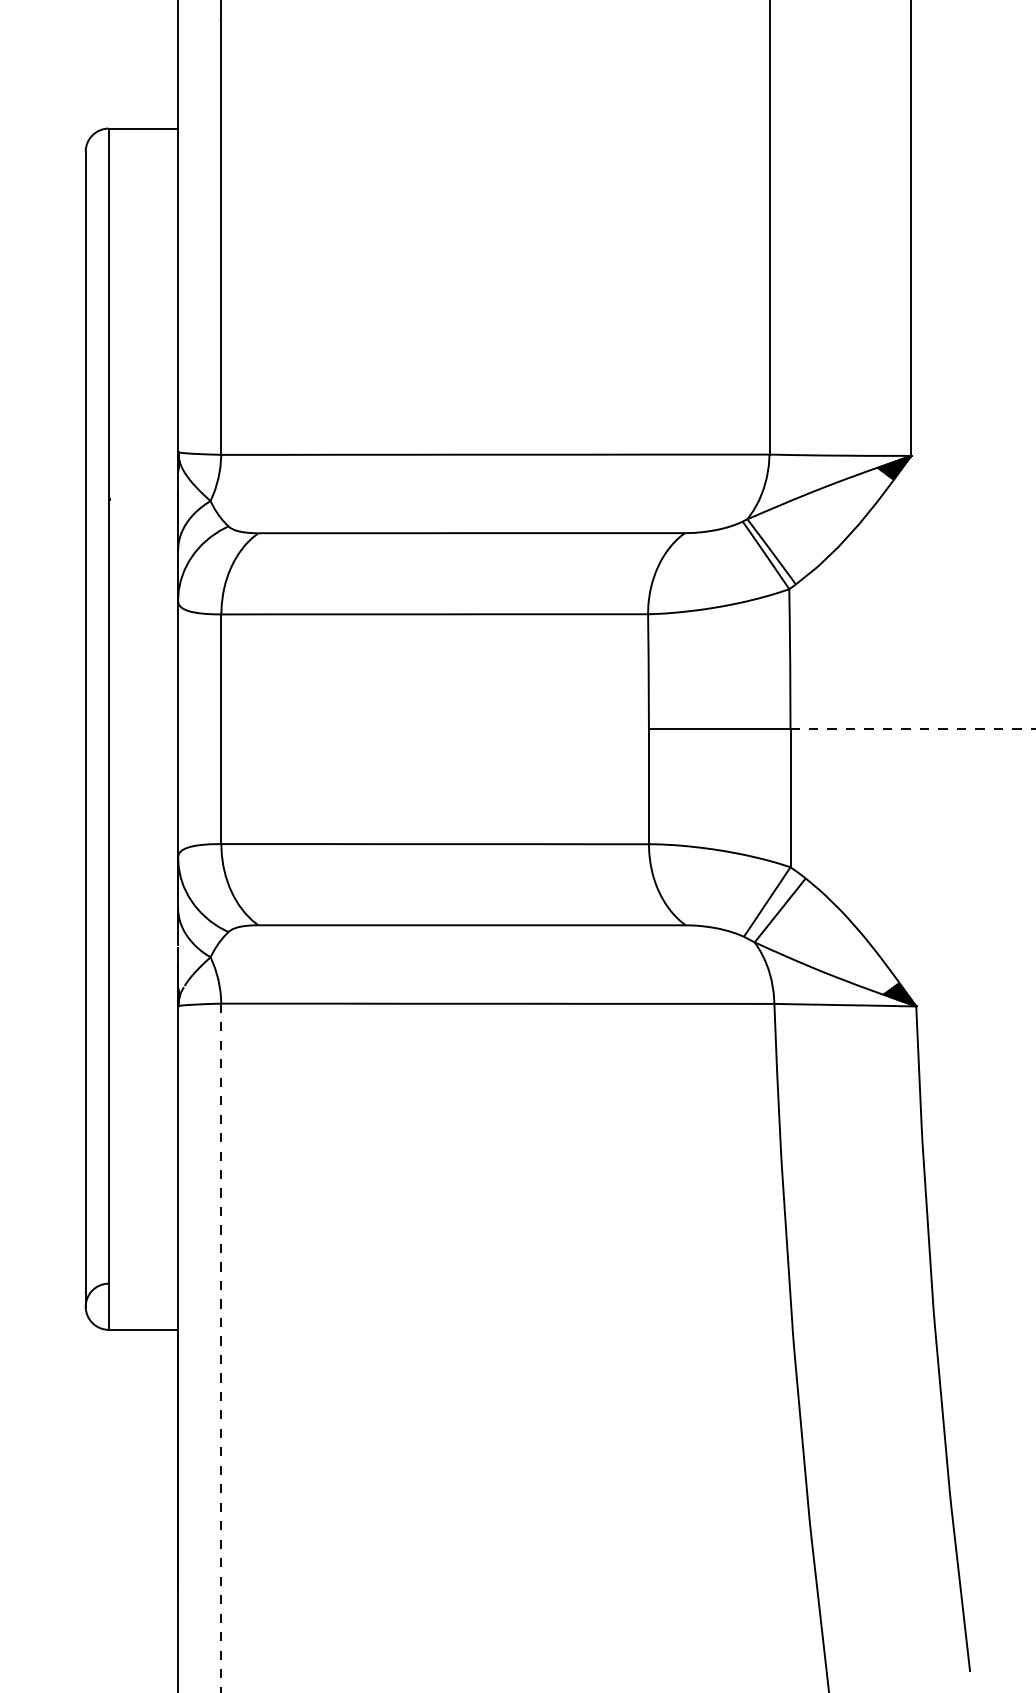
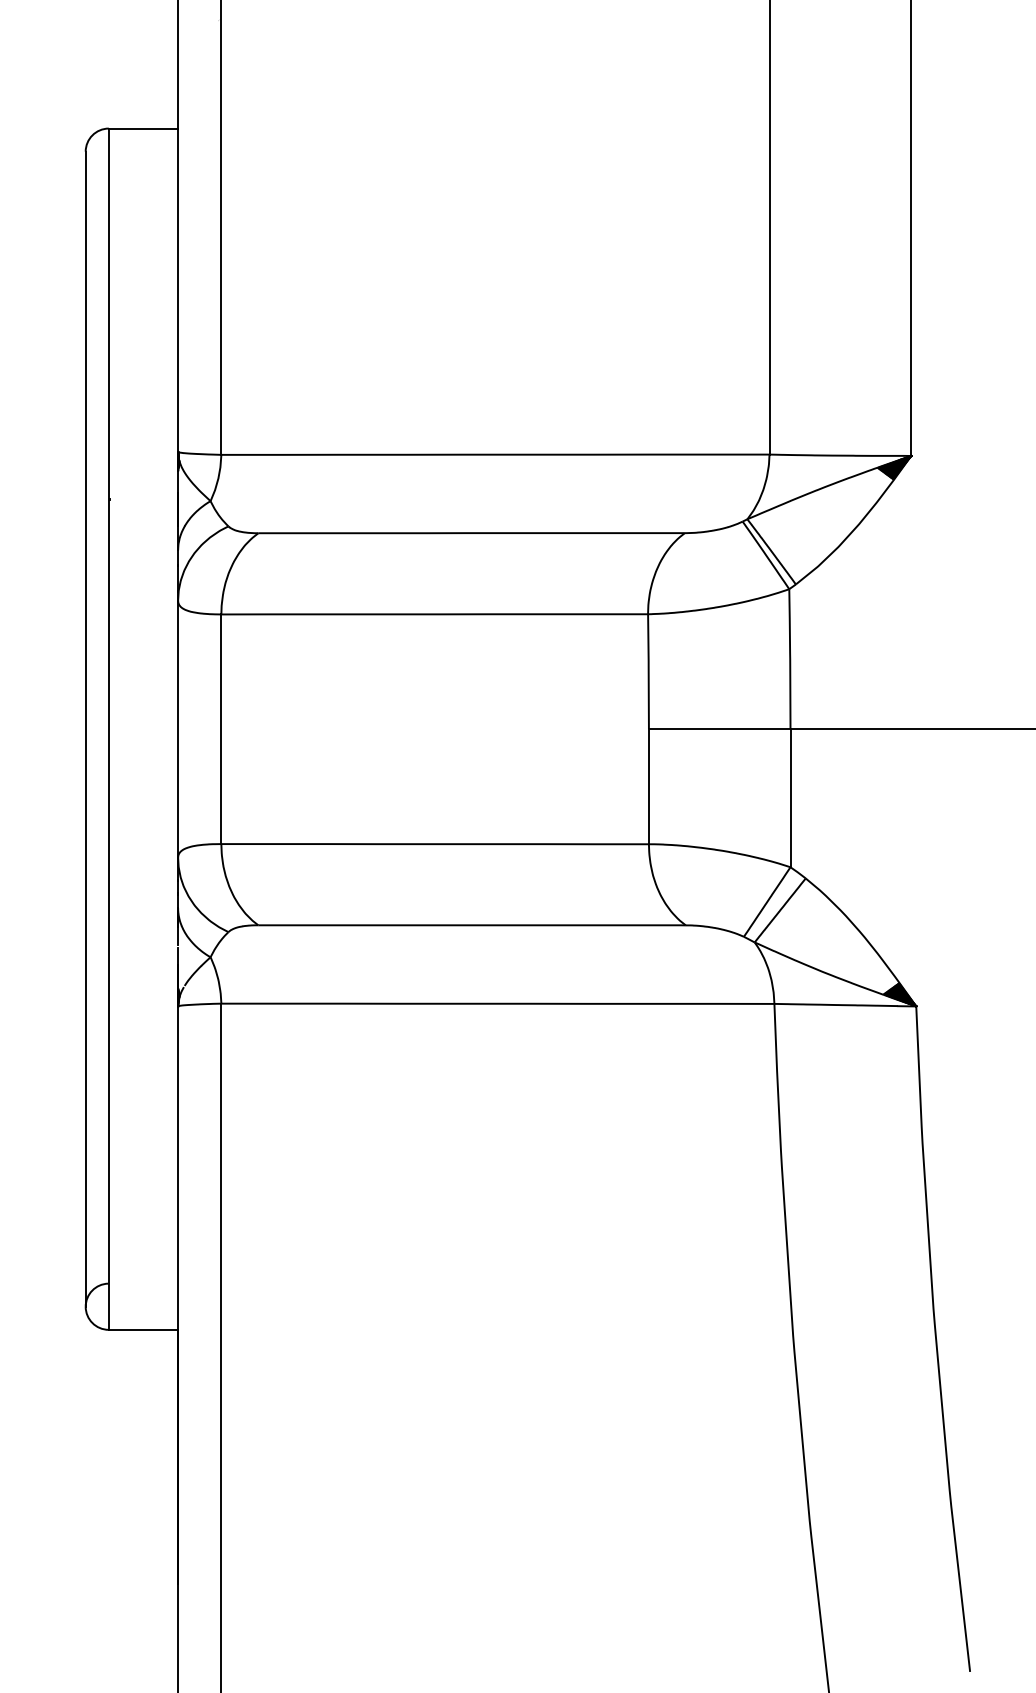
line at (913, 729): dashed -> solid
line at (221, 1348): dashed -> solid
